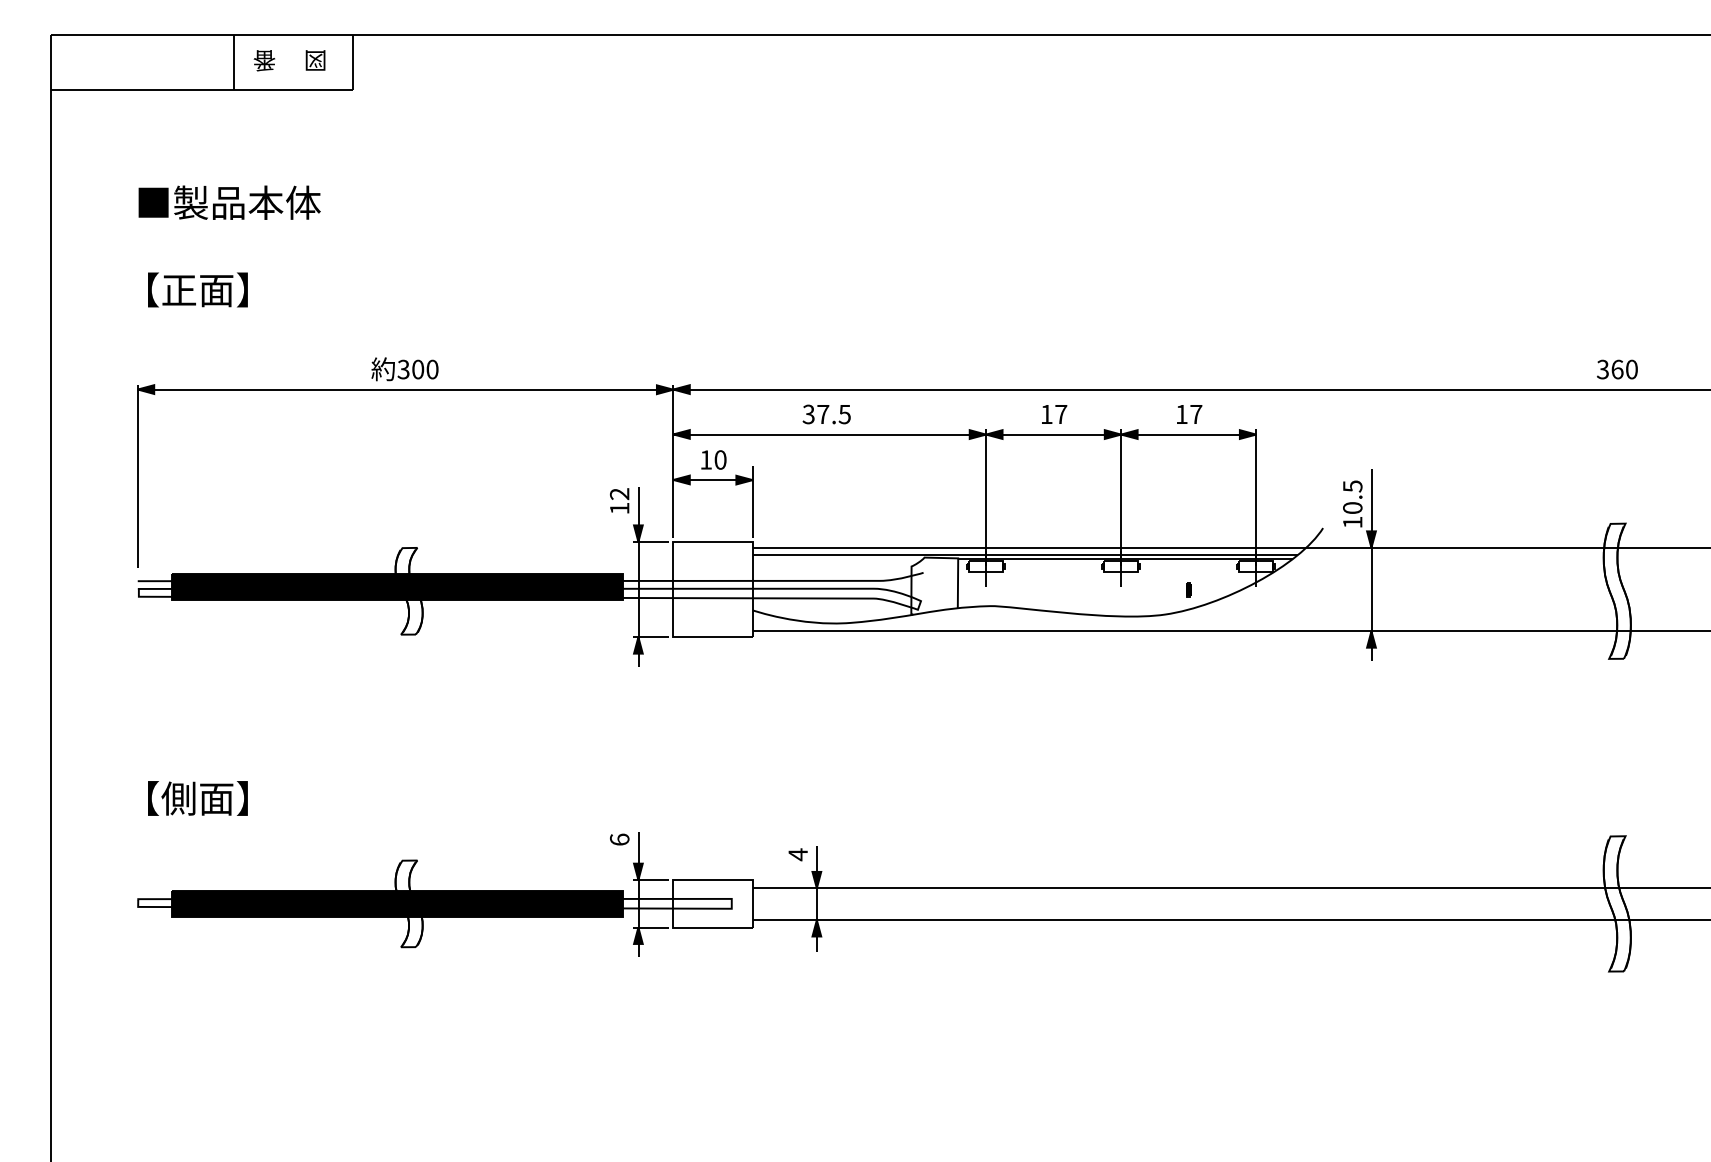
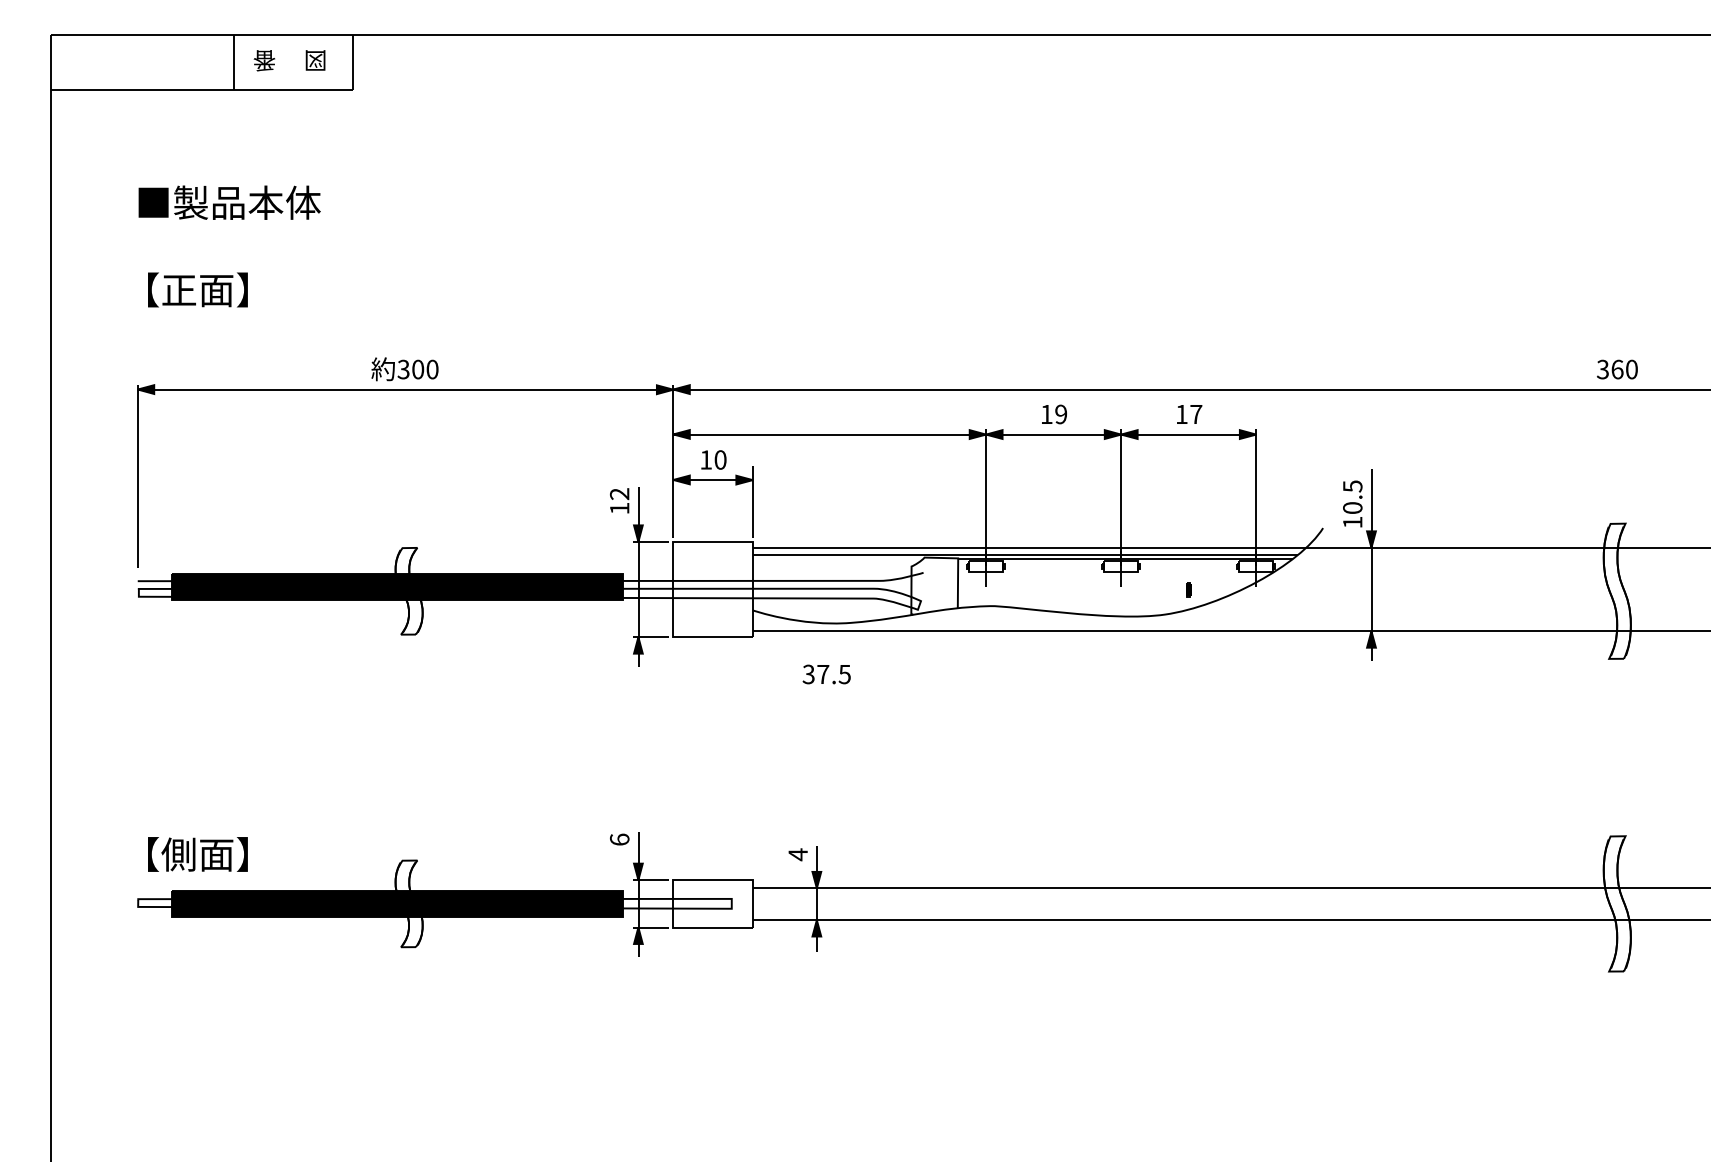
text at (826, 414) position: (826, 414) -> (826, 674)
text at (1061, 414): 17 -> 19
text at (197, 798) position: (197, 798) -> (197, 854)
